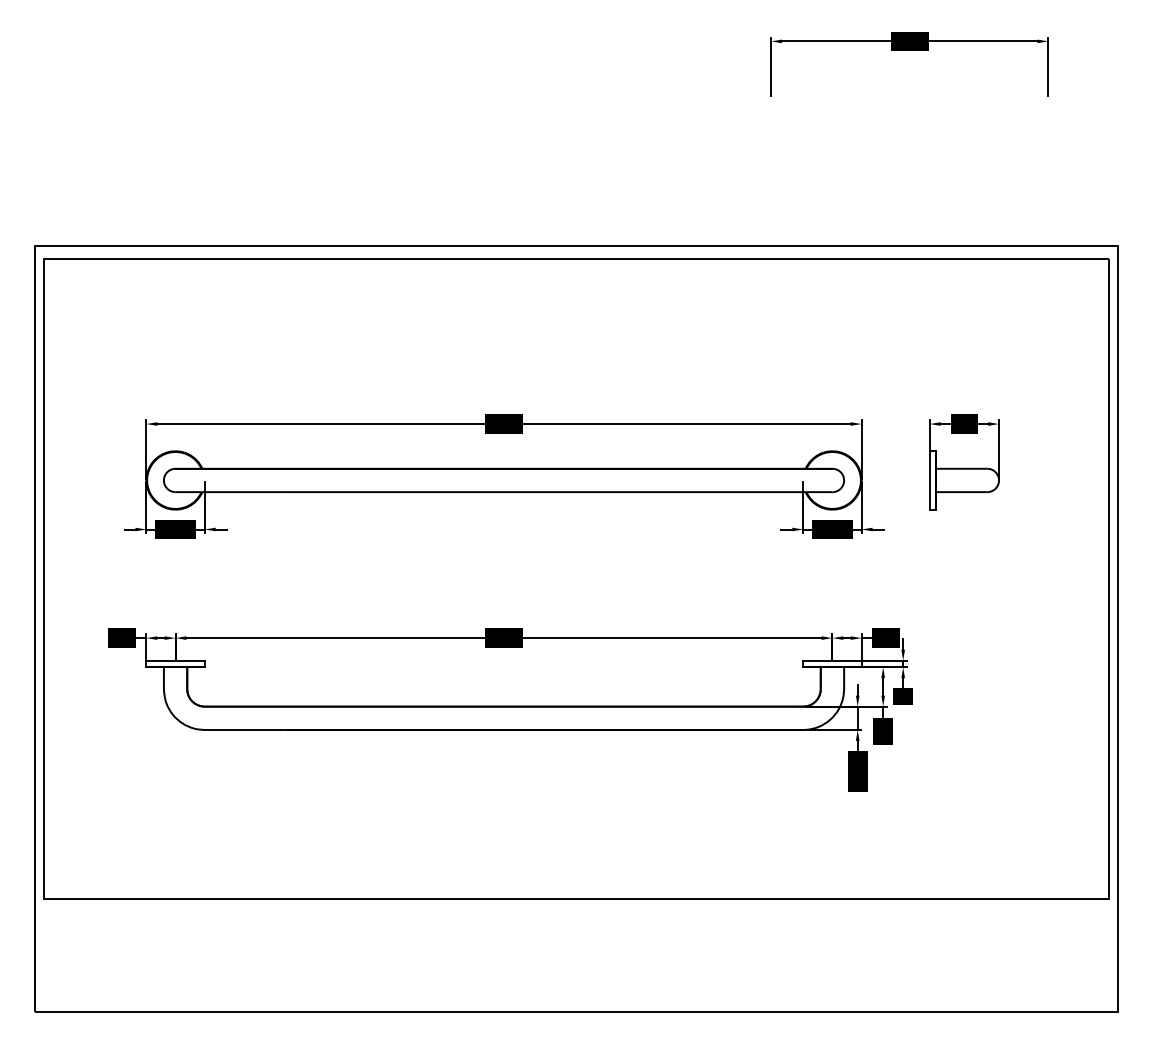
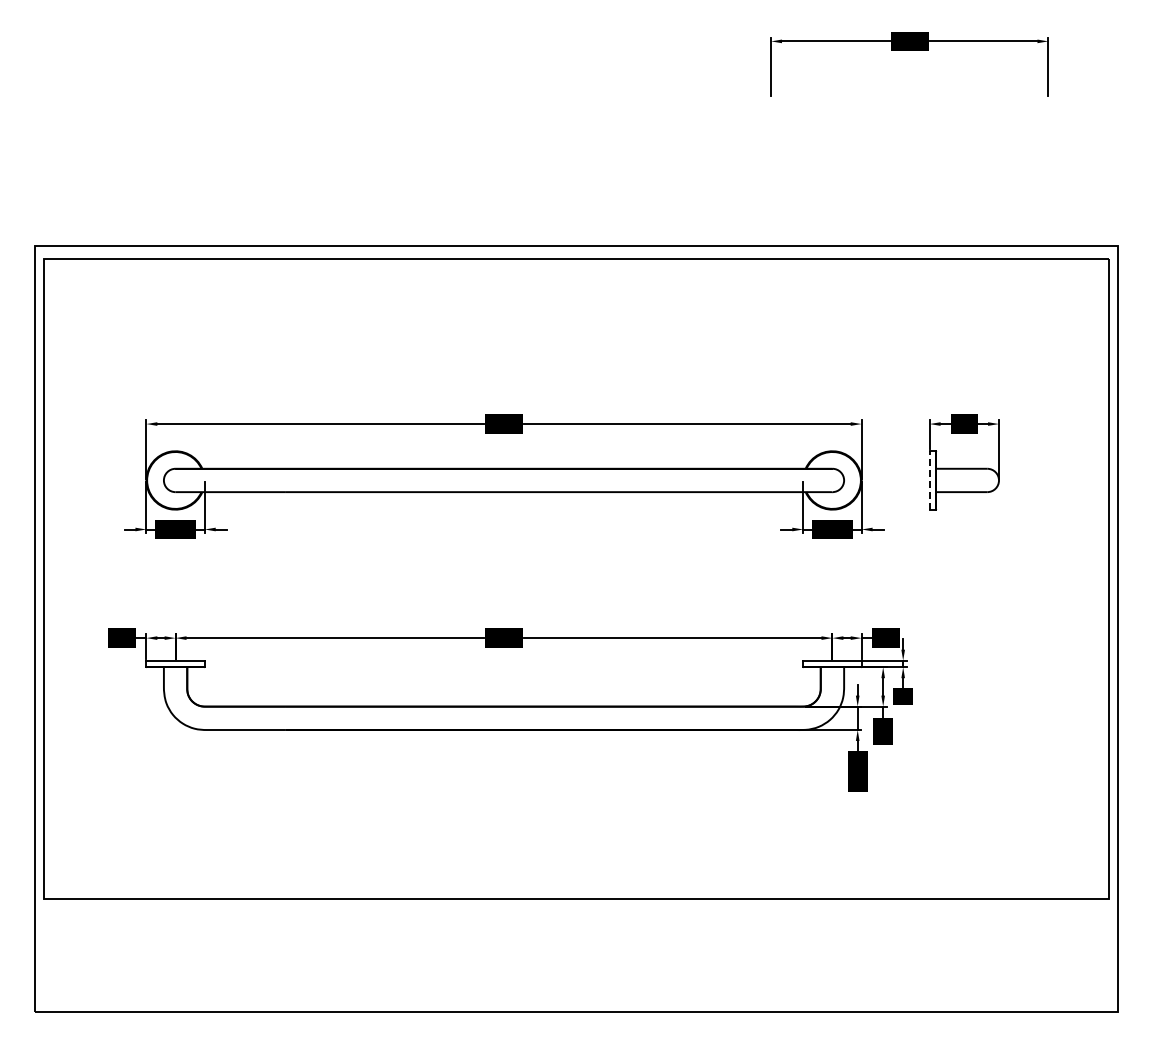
line at (929, 479): solid -> dashed
